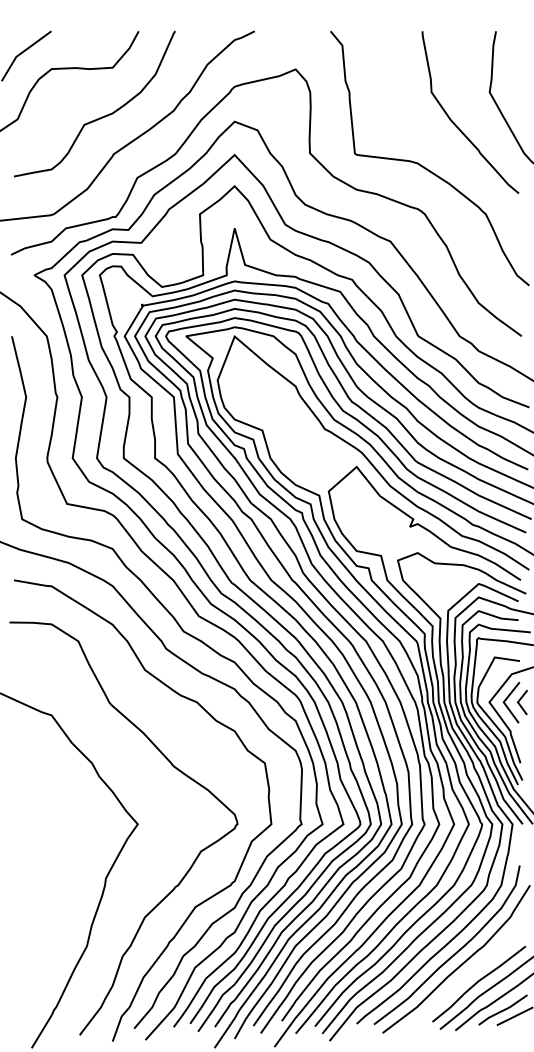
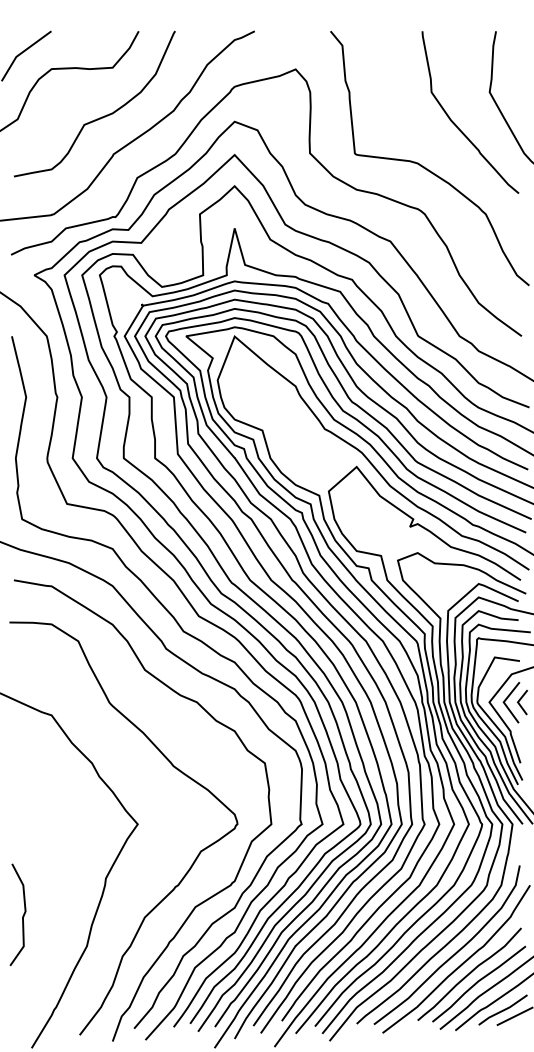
curve at (22, 915): none -> present
curve at (469, 973): none -> present
